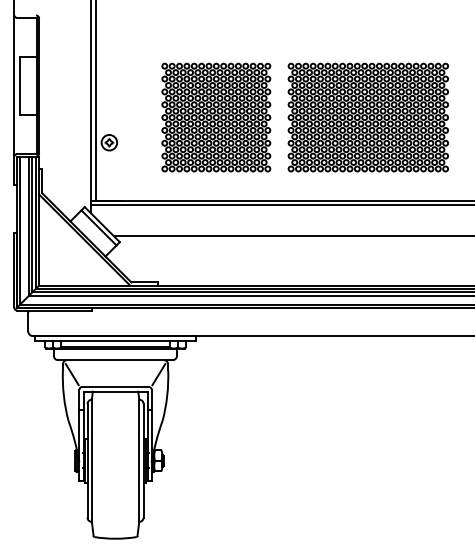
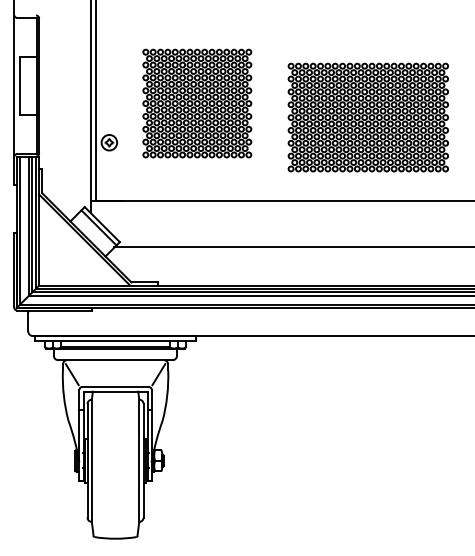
part at (216, 117) position: (216, 117) -> (197, 103)
line at (280, 205): present -> none
line at (292, 236) position: (292, 236) -> (292, 247)
